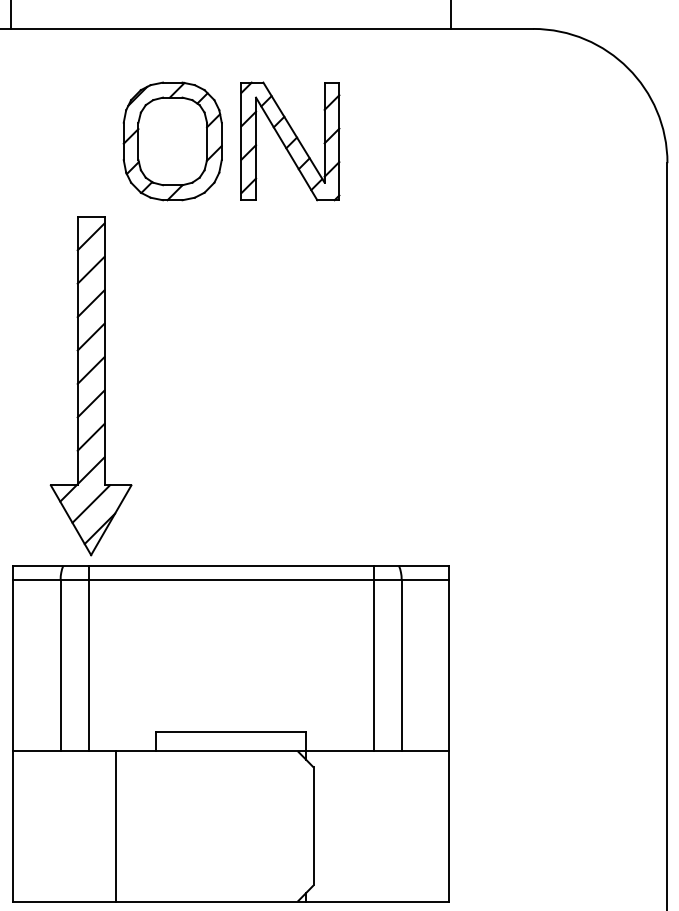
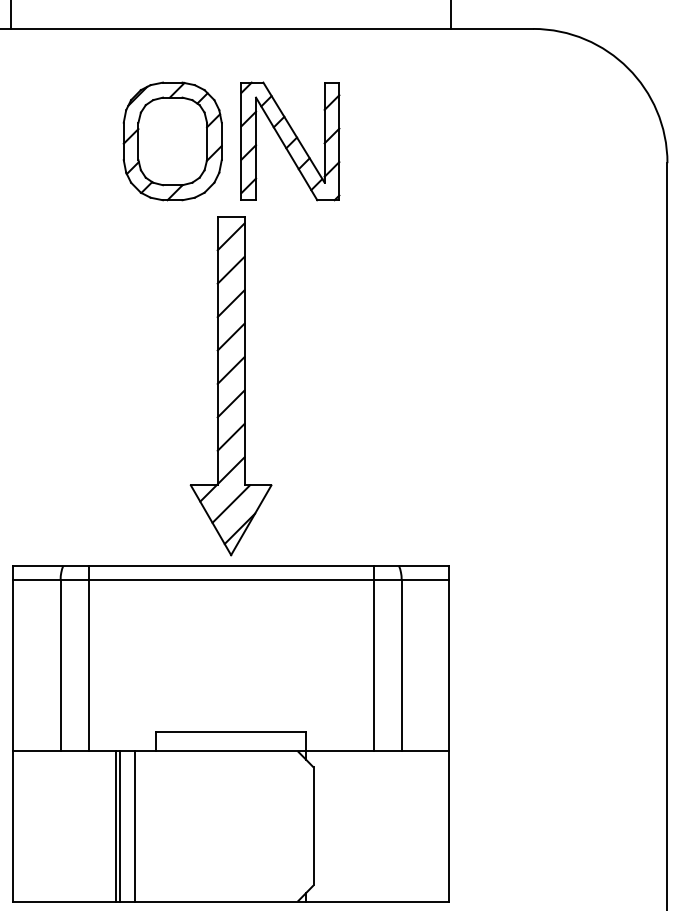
part at (90, 386) position: (90, 386) -> (230, 386)
line at (119, 826): none -> present
line at (135, 826): none -> present
